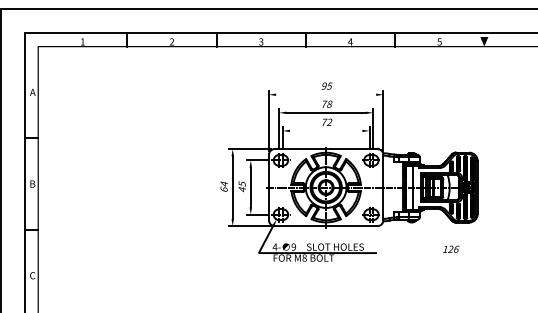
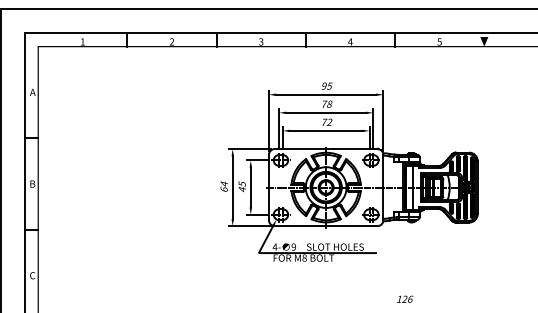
line at (326, 94): none -> present
line at (326, 130): none -> present
text at (451, 248) position: (451, 248) -> (405, 298)
